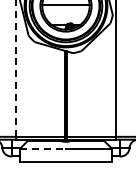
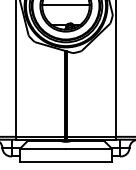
line at (16, 68): dashed -> solid
line at (43, 148): dashed -> solid
